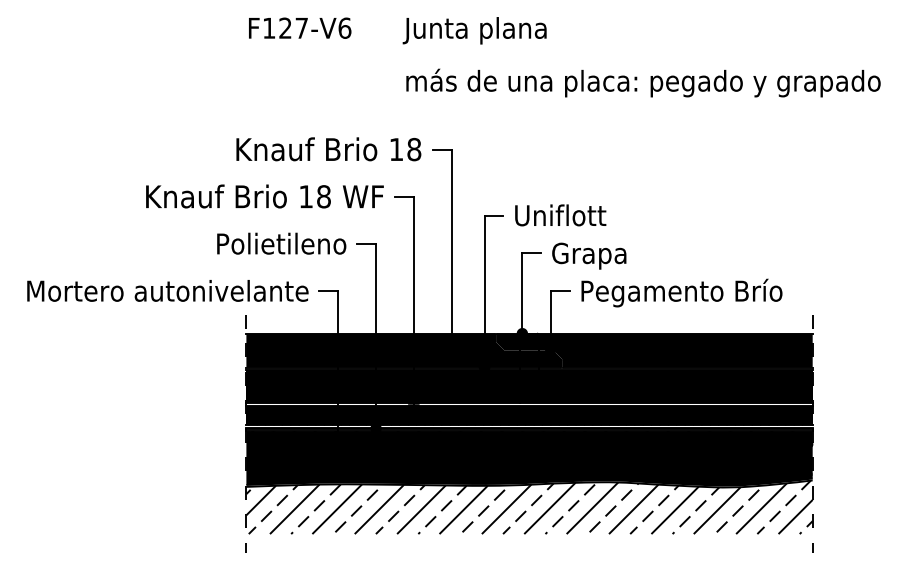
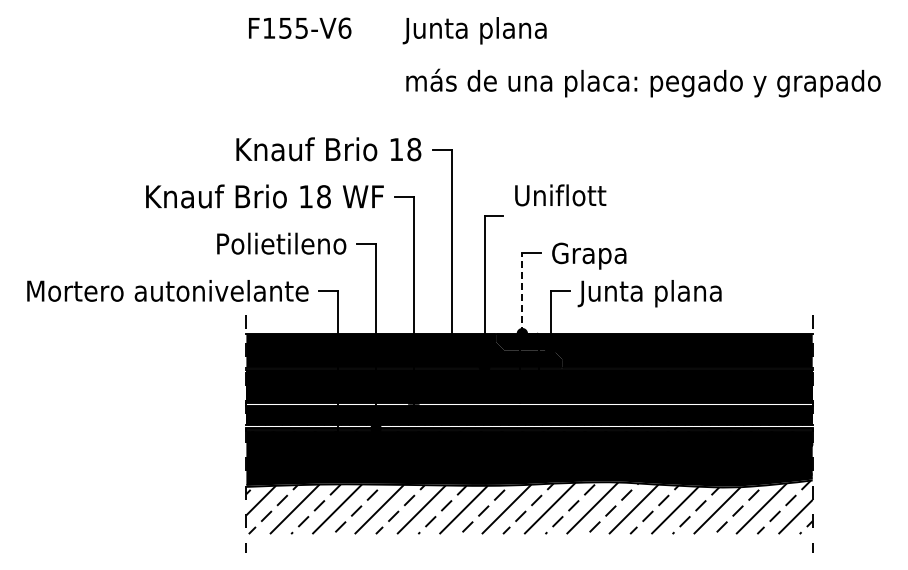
text at (293, 27): F127-V6 -> F155-V6
text at (560, 215) position: (560, 215) -> (560, 195)
text at (679, 292): Pegamento Brío -> Junta plana
line at (522, 293): solid -> dashed
